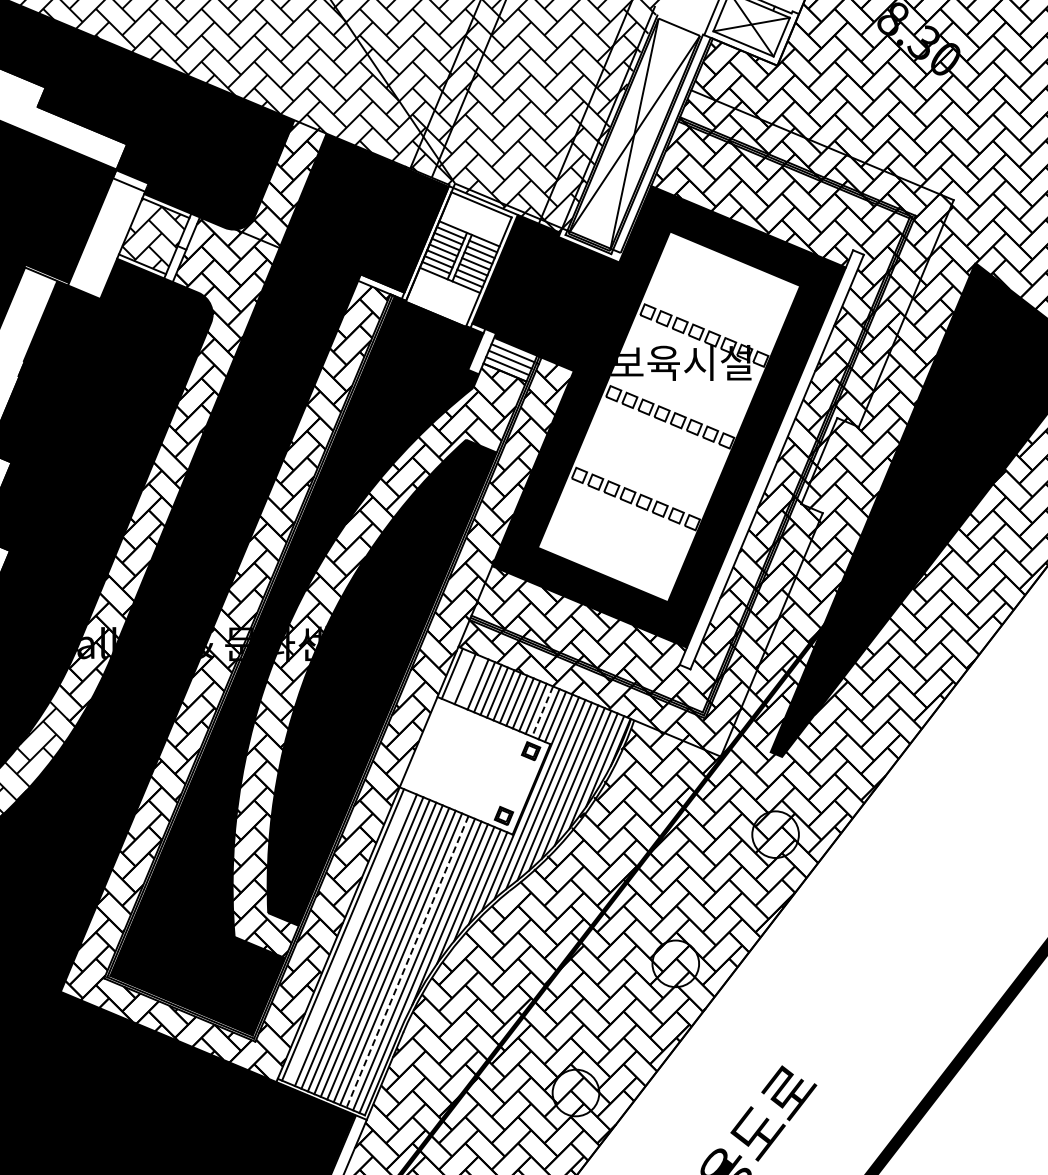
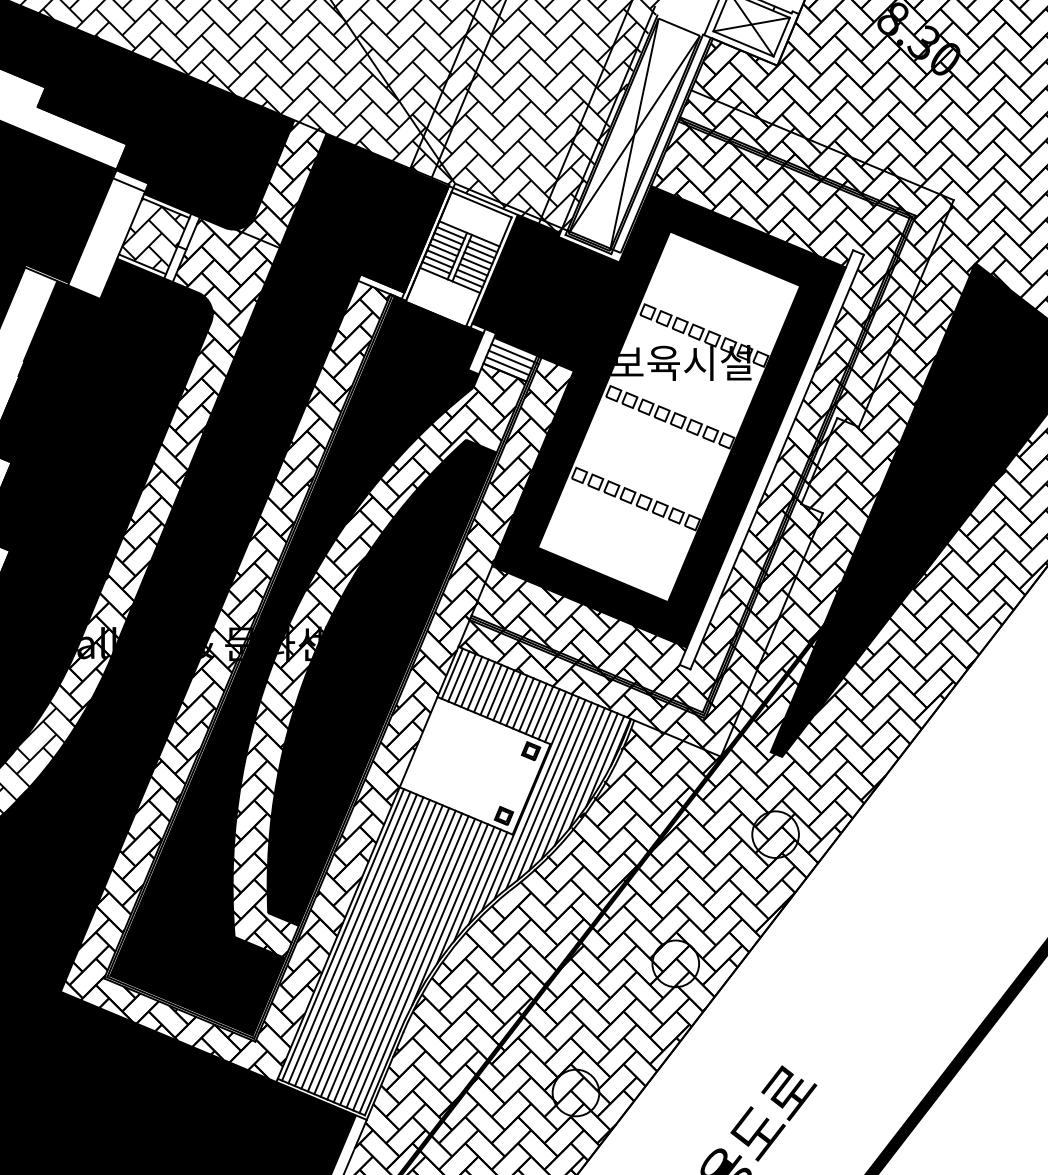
line at (458, 676): none -> present
line at (471, 681): none -> present
line at (542, 711): dashed -> solid
line at (349, 937): none -> present
line at (407, 961): dashed -> solid
